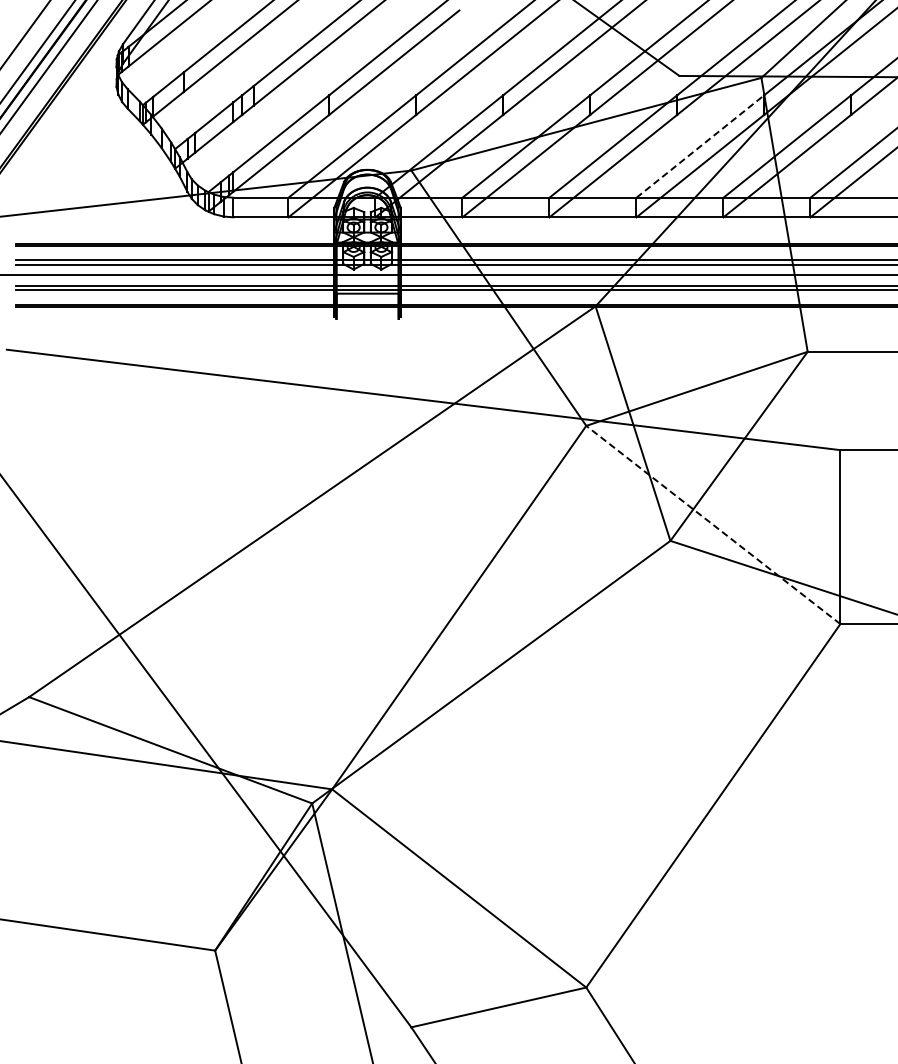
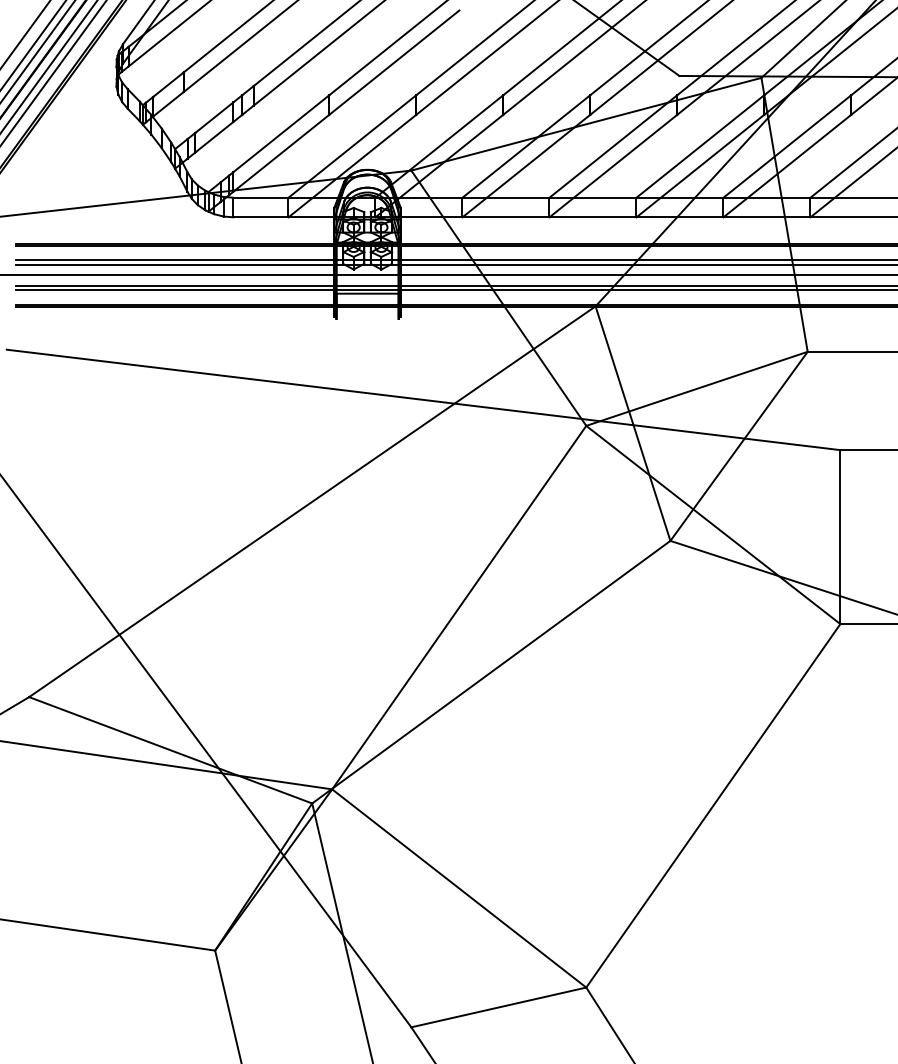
line at (33, 45): none -> present
line at (53, 72): none -> present
line at (700, 146): dashed -> solid
line at (712, 524): dashed -> solid
